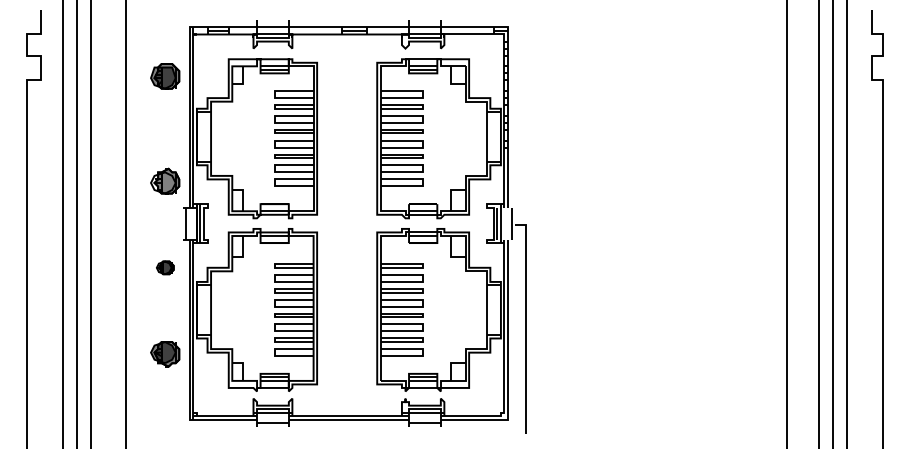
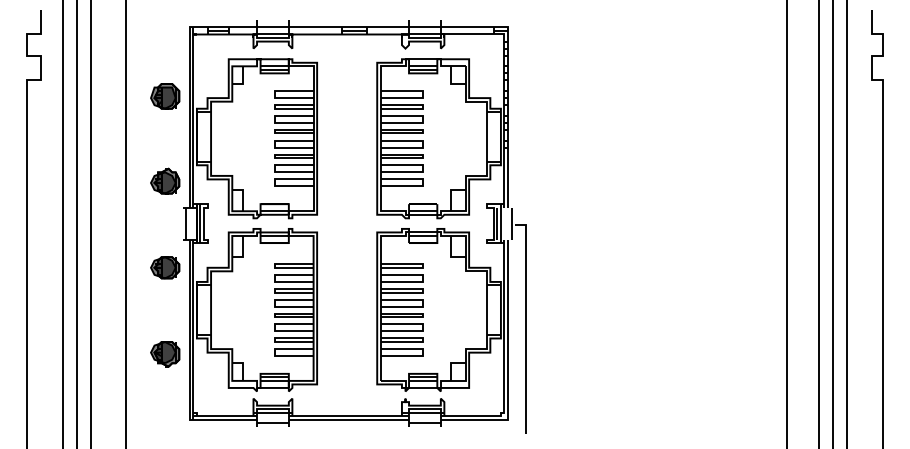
part at (165, 76) position: (165, 76) -> (165, 96)
fill at (163, 182): none -> present
part at (165, 267) size: 19x16 px -> 31x24 px
